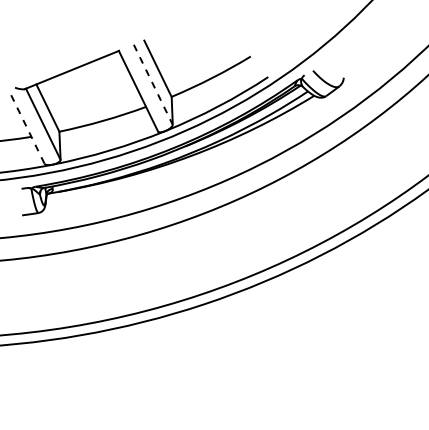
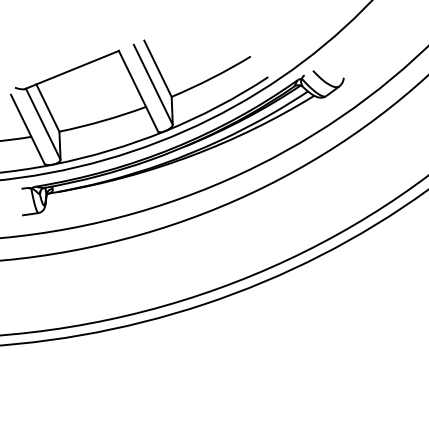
line at (153, 85): dashed -> solid
line at (27, 128): dashed -> solid
